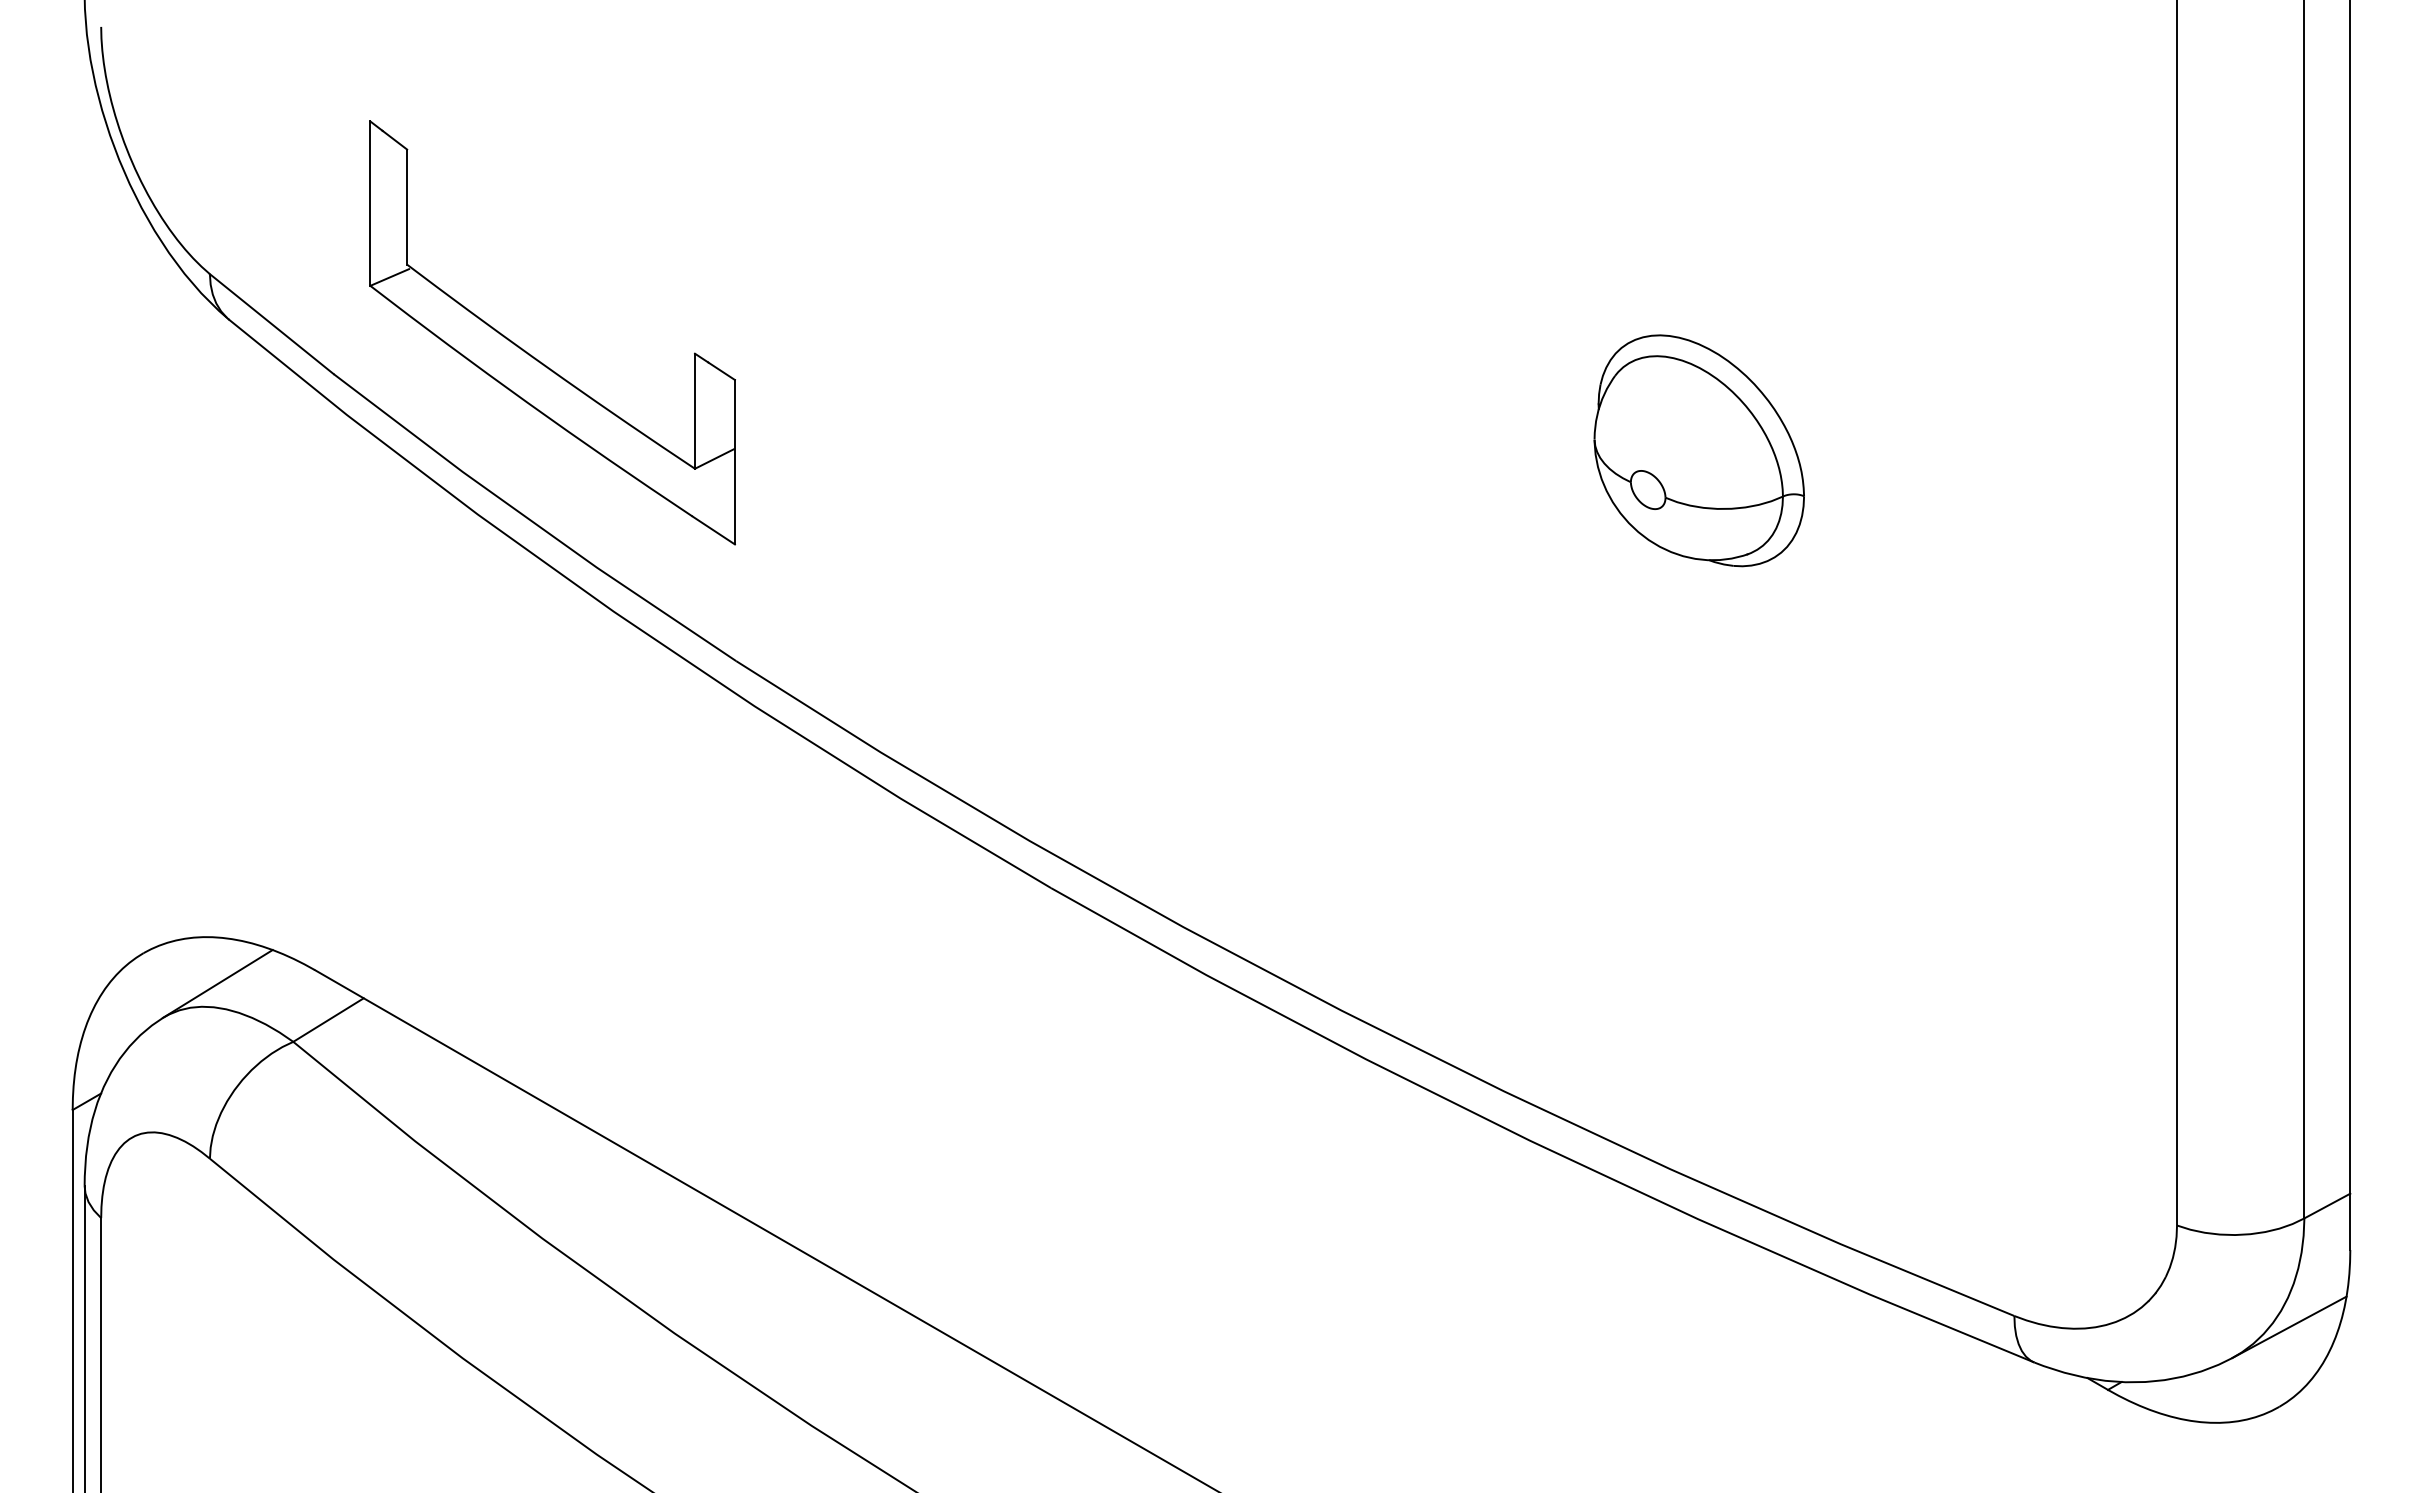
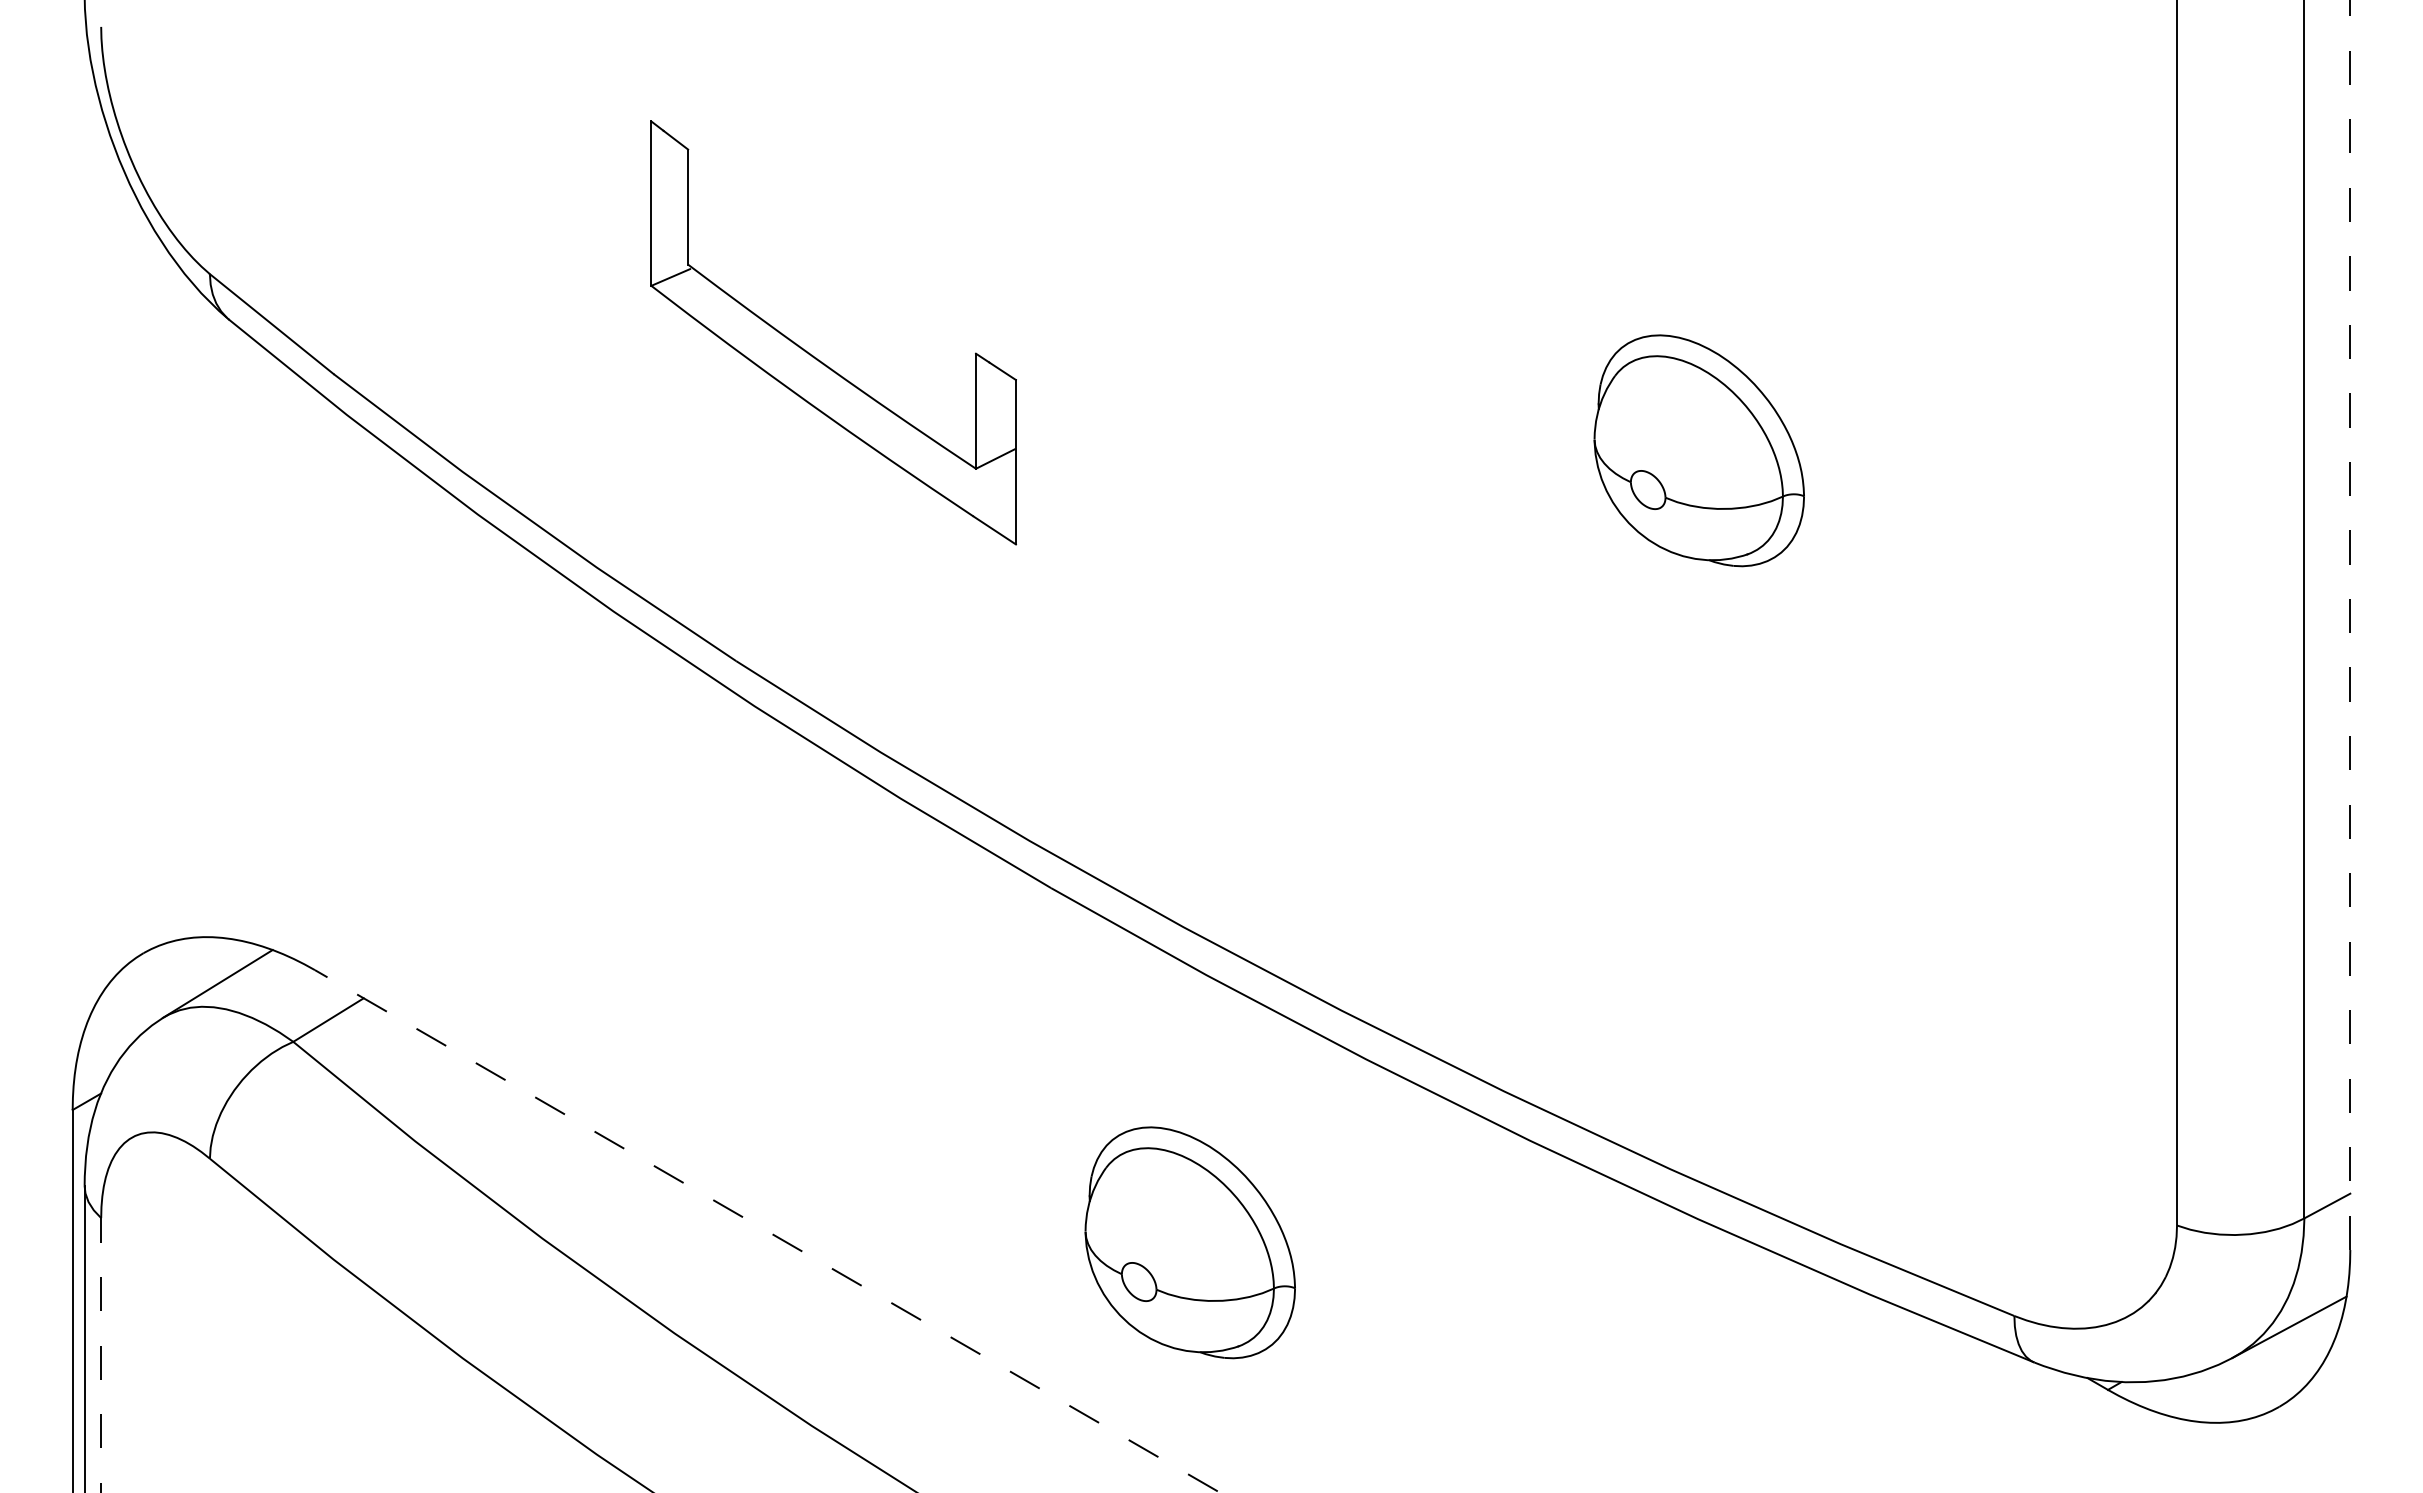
part at (535, 357) position: (535, 357) -> (816, 357)
line at (2350, 625): solid -> dashed
line at (766, 1231): solid -> dashed
part at (1189, 1242): none -> present
line at (101, 1355): solid -> dashed
